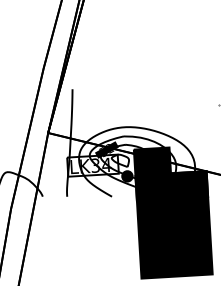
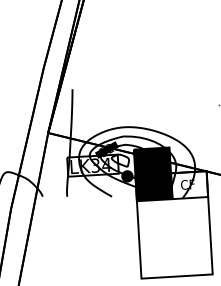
fill at (173, 224): present -> none
